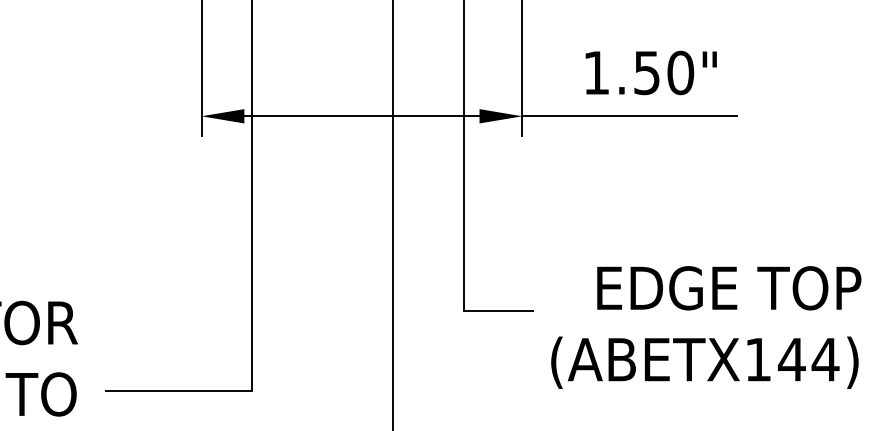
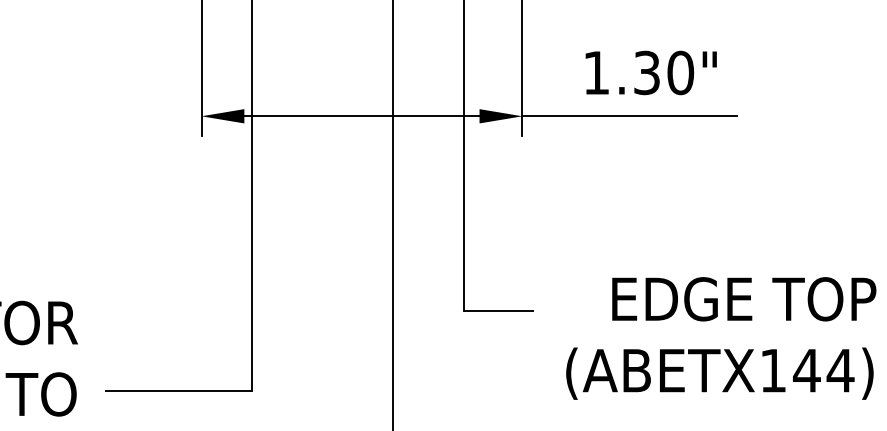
text at (646, 72): 1.50" -> 1.30"
text at (706, 327) position: (706, 327) -> (721, 338)
